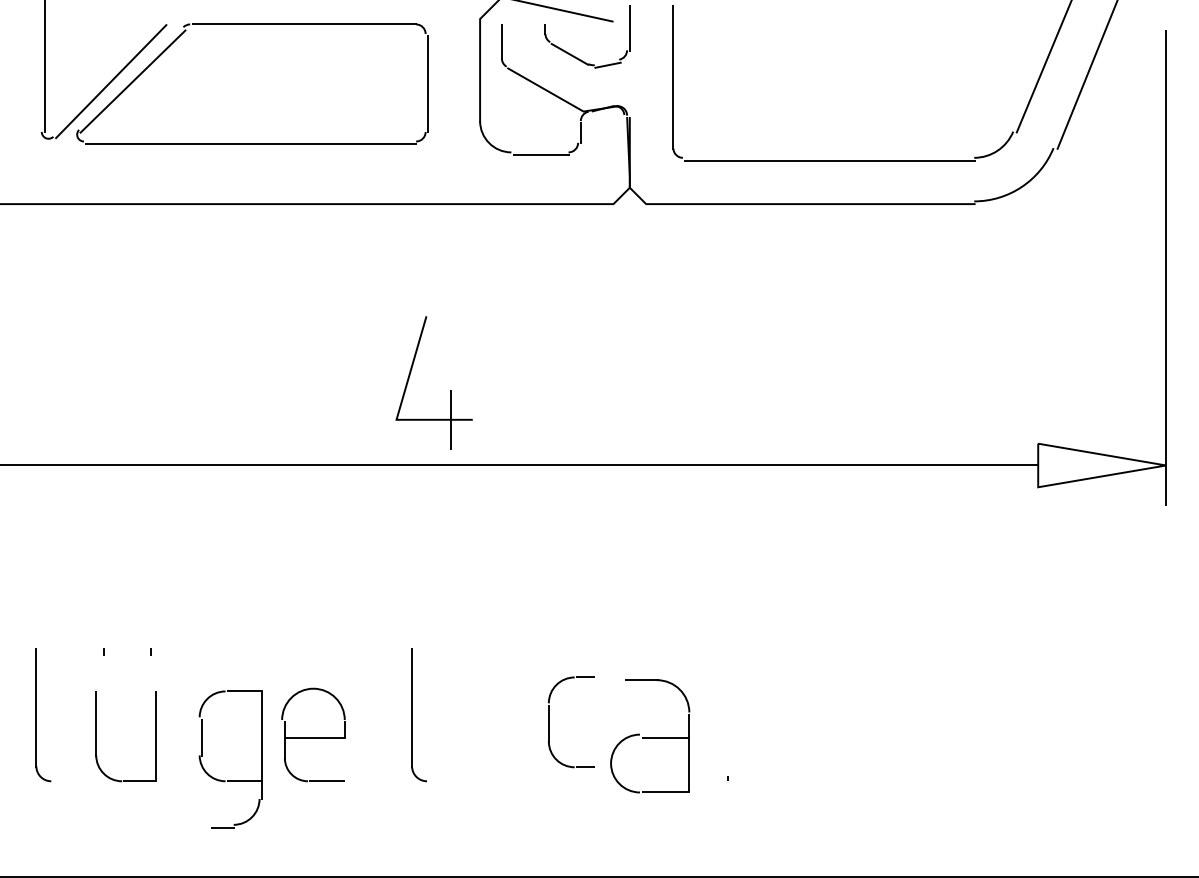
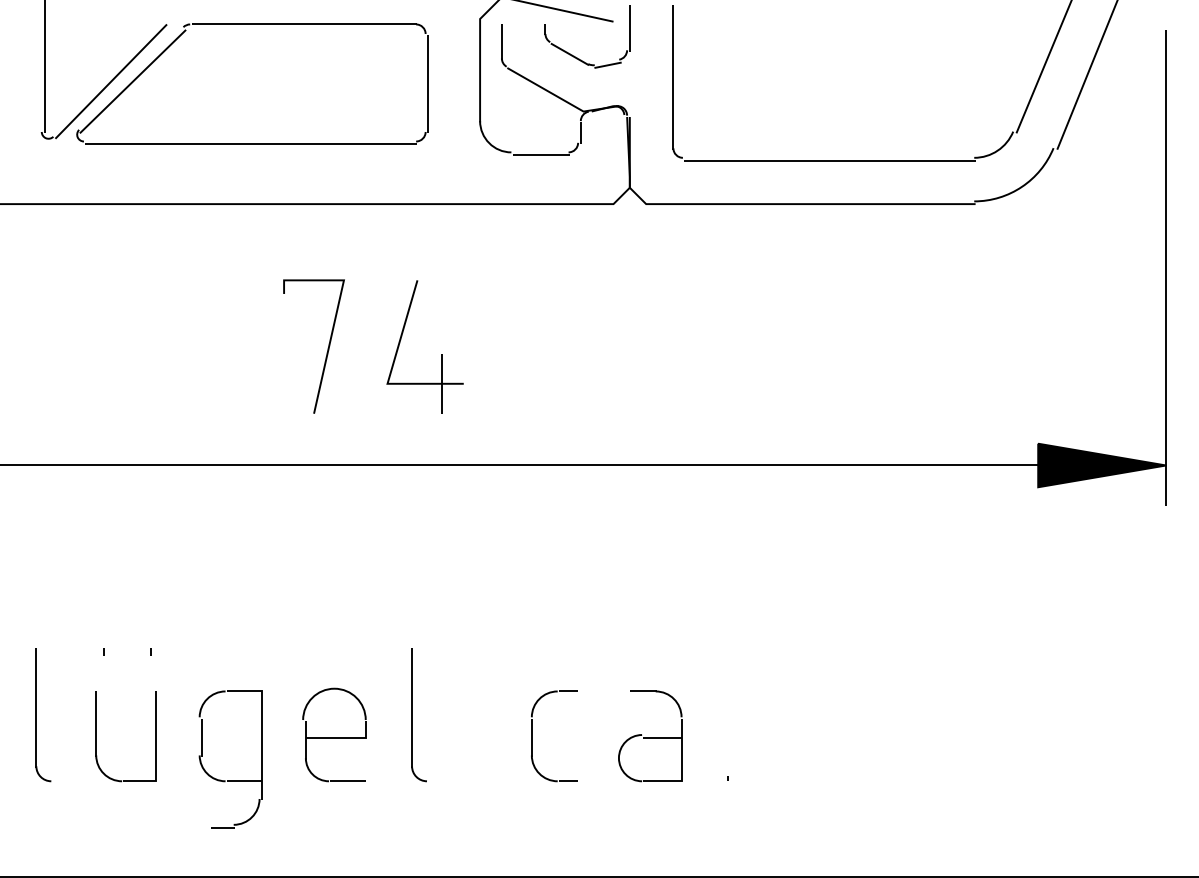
curve at (327, 348): none -> present
part at (450, 390) position: (450, 390) -> (441, 354)
fill at (1102, 465): none -> present
part at (549, 722) position: (549, 722) -> (532, 736)
part at (313, 734) position: (313, 734) -> (334, 734)
part at (650, 736) size: 81x115 px -> 65x93 px
